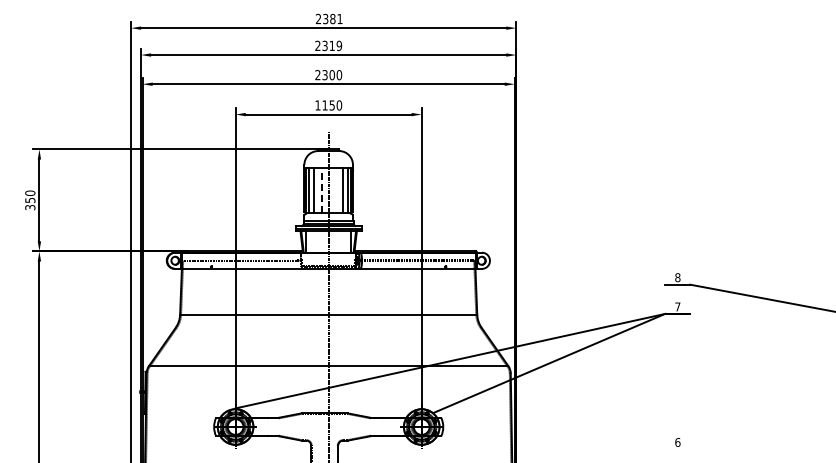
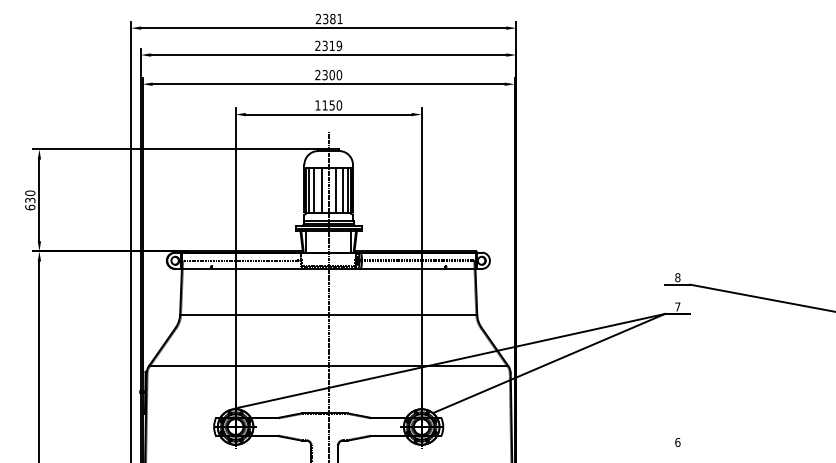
line at (321, 190): dashed -> solid
line at (335, 190): none -> present
text at (30, 204): 350 -> 630
